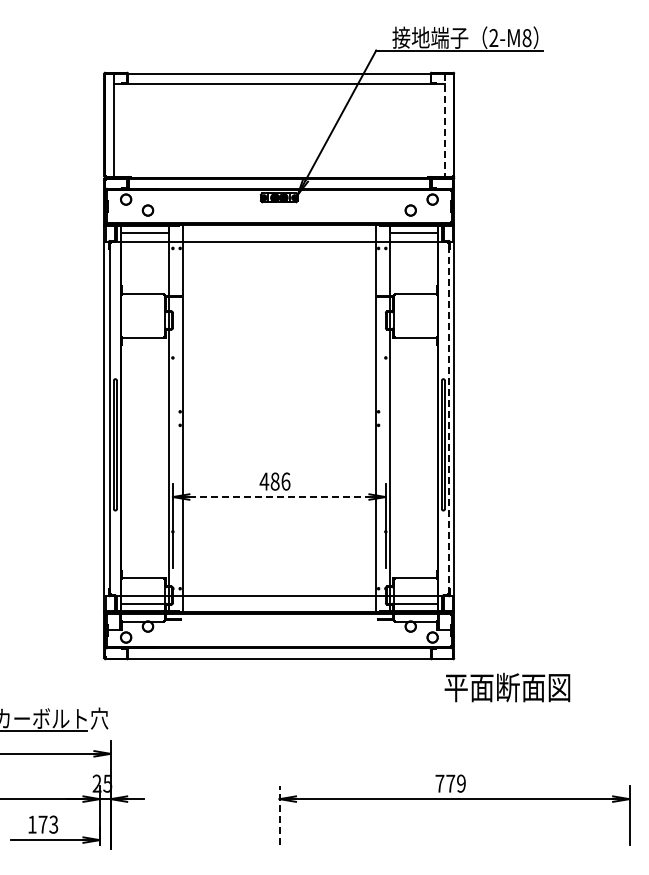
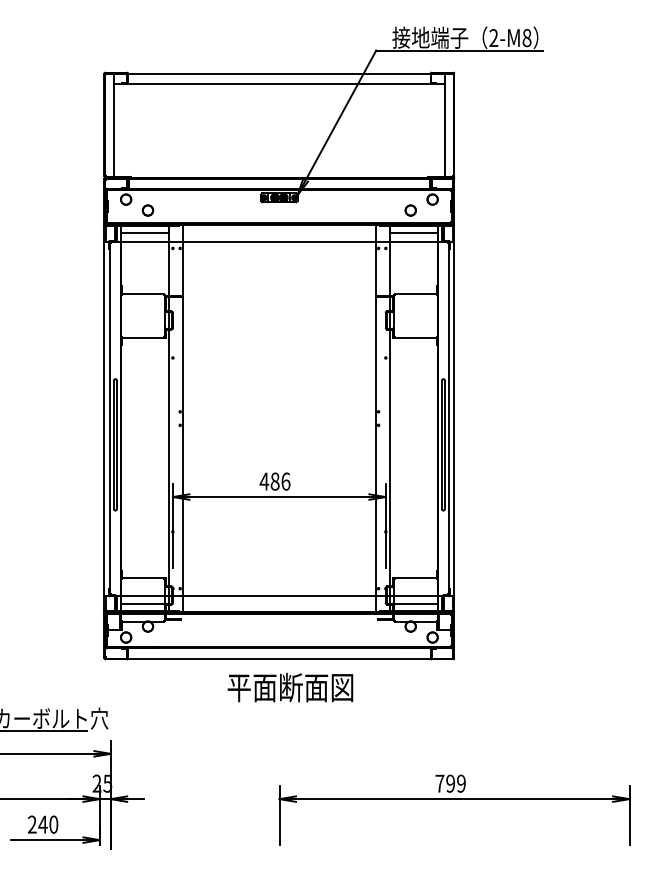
line at (444, 126): dashed -> solid
line at (449, 418): dashed -> solid
line at (279, 497): dashed -> solid
text at (507, 687) position: (507, 687) -> (290, 687)
text at (450, 783): 779 -> 799
line at (279, 815): dashed -> solid
text at (42, 824): 173 -> 240
